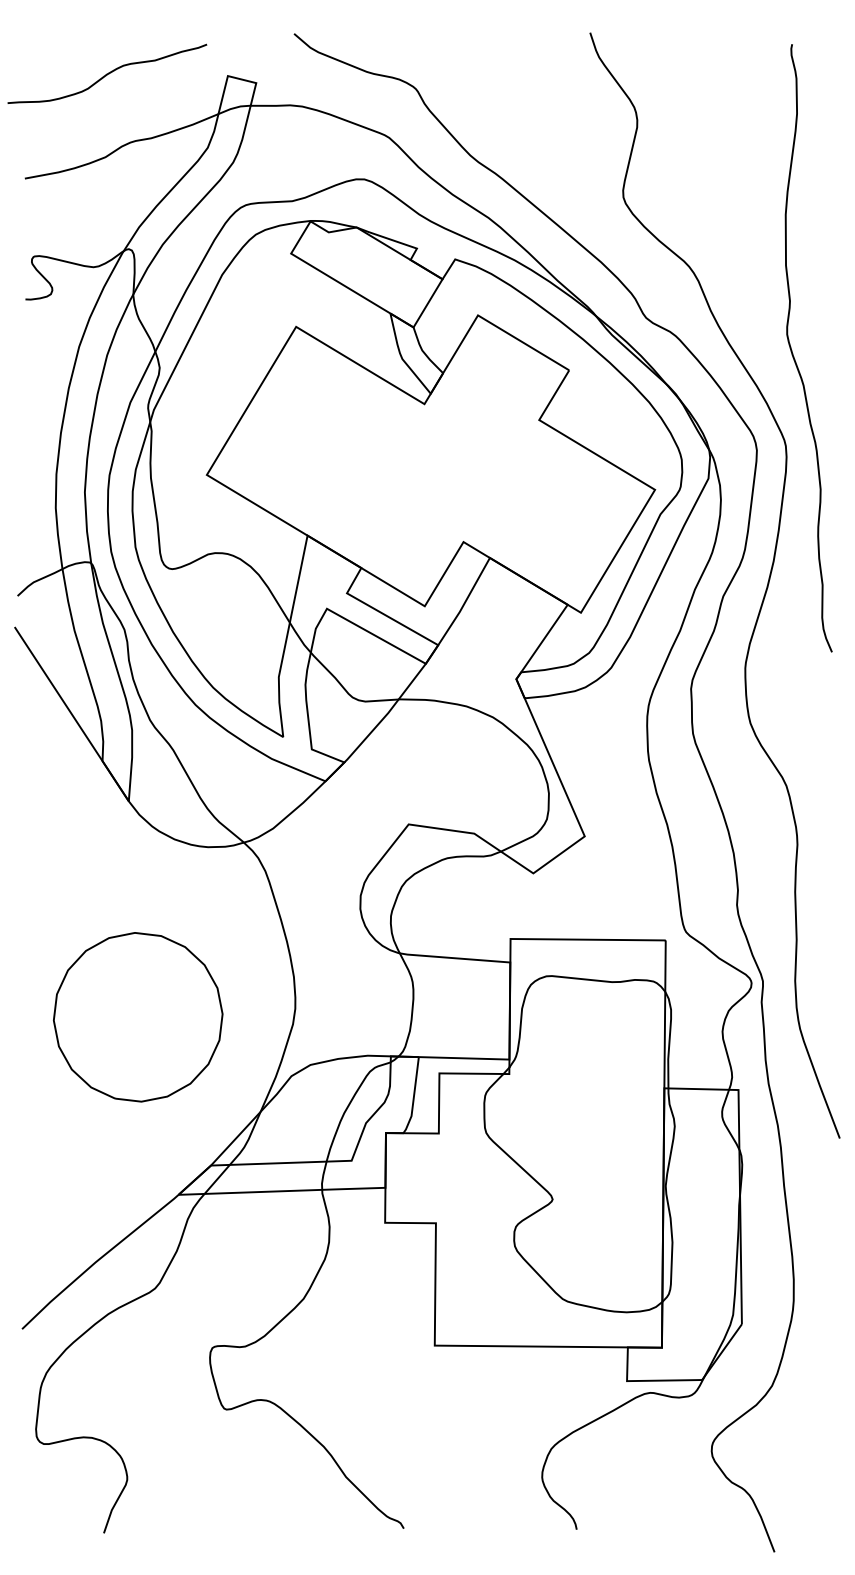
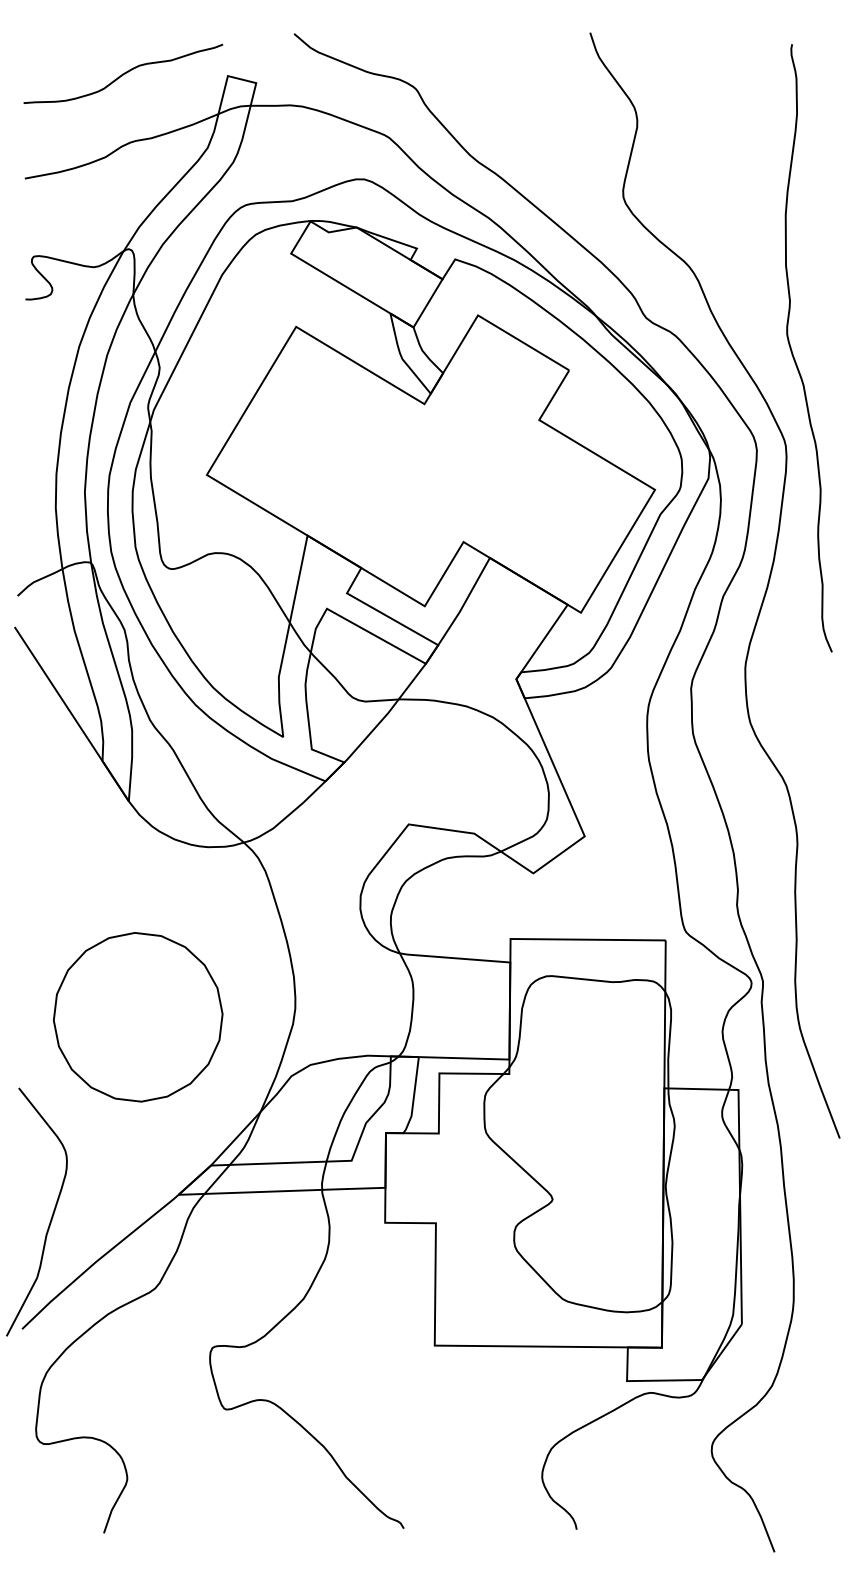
curve at (107, 73) position: (107, 73) -> (123, 73)
curve at (51, 1216): none -> present
